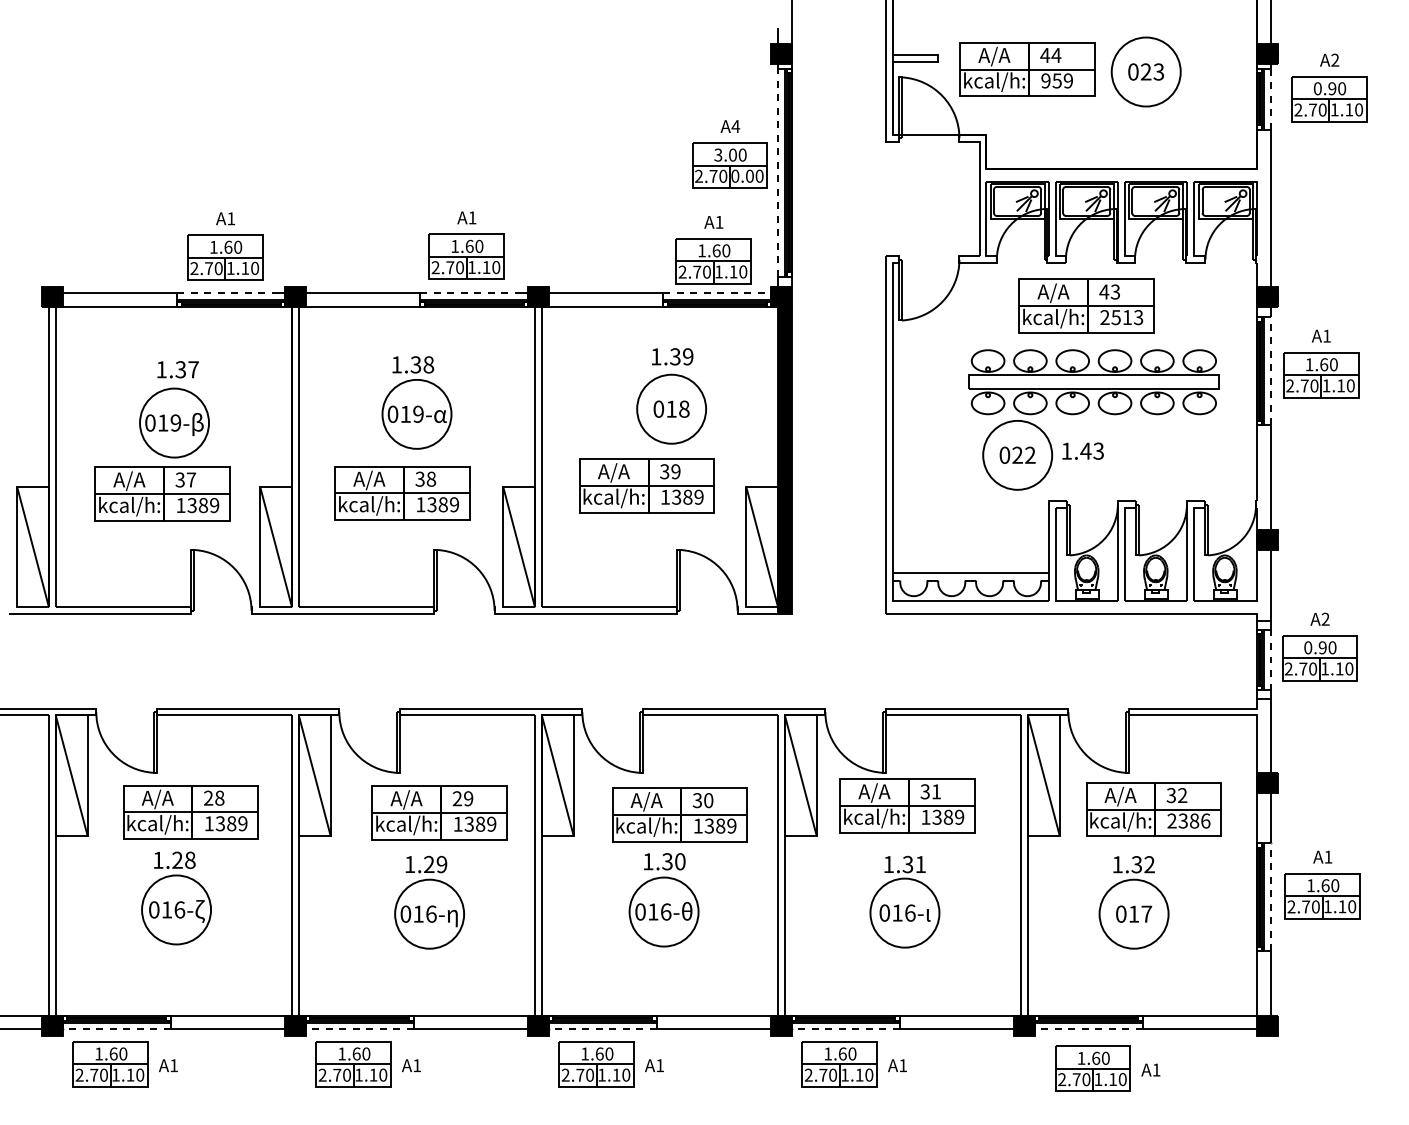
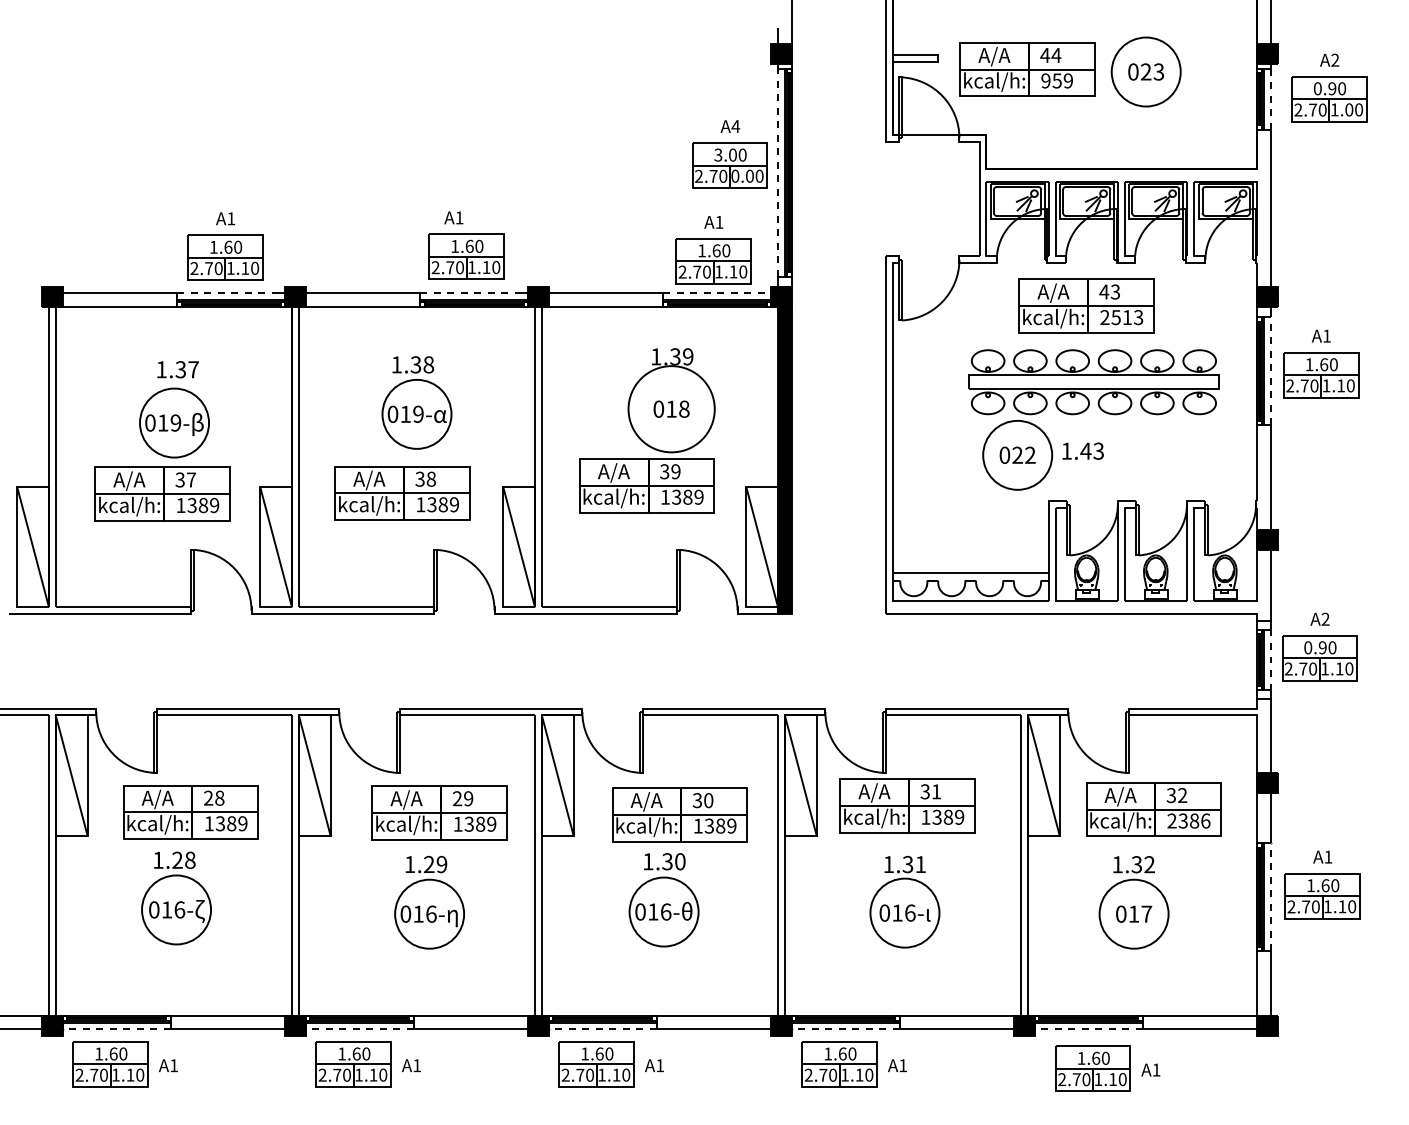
text at (1349, 109): 1.10 -> 1.00
text at (466, 217) position: (466, 217) -> (453, 217)
circle at (671, 408) diameter: 69 px -> 86 px
